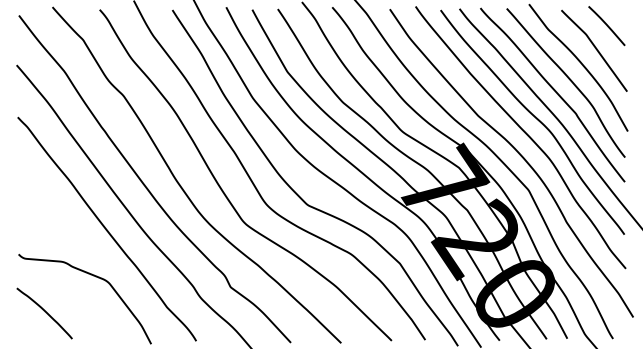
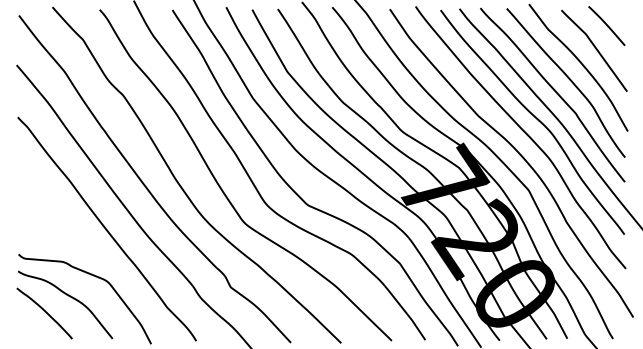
curve at (71, 298): none -> present
